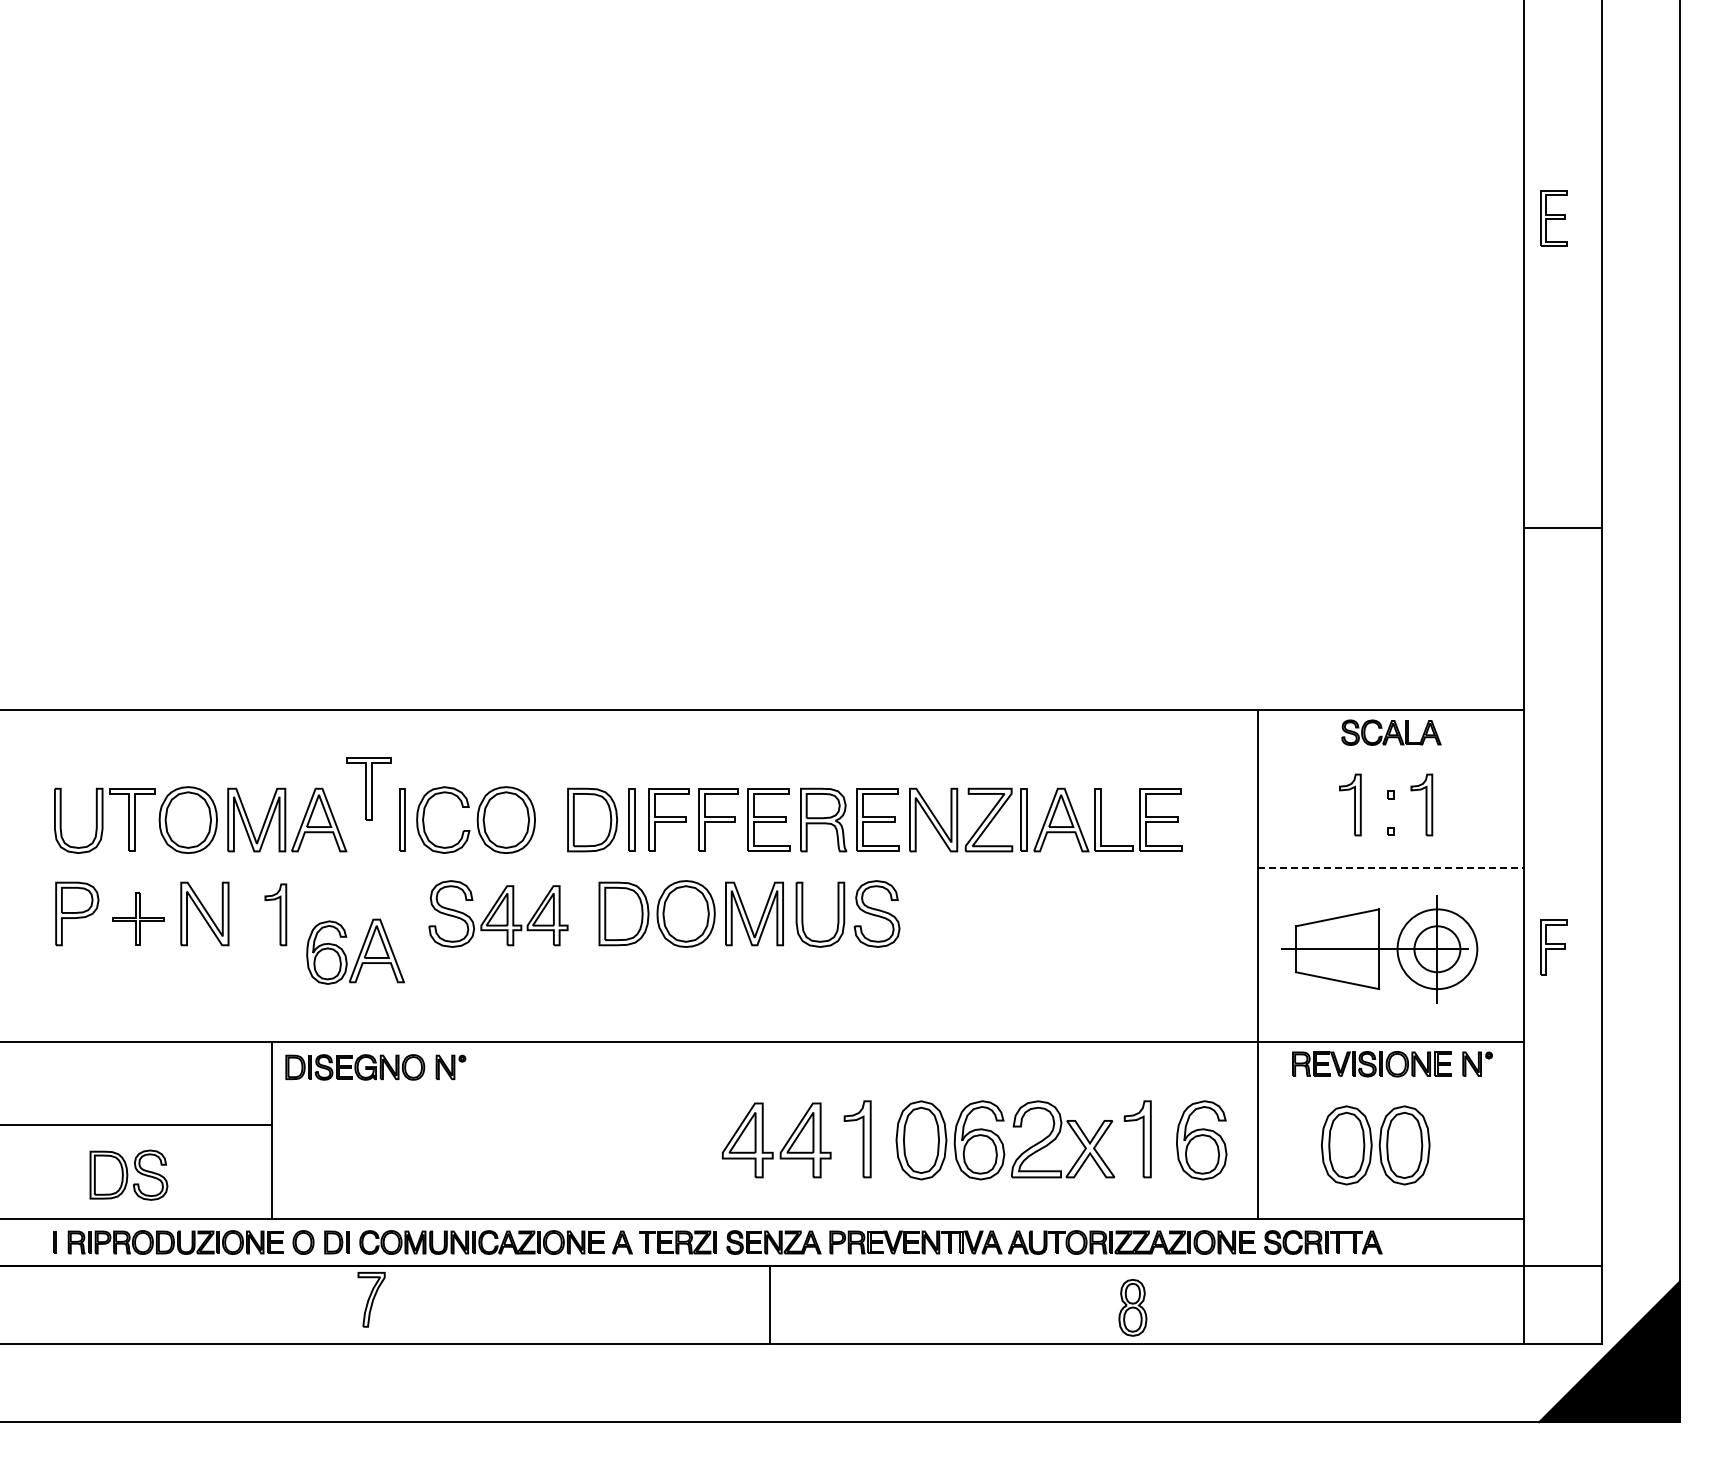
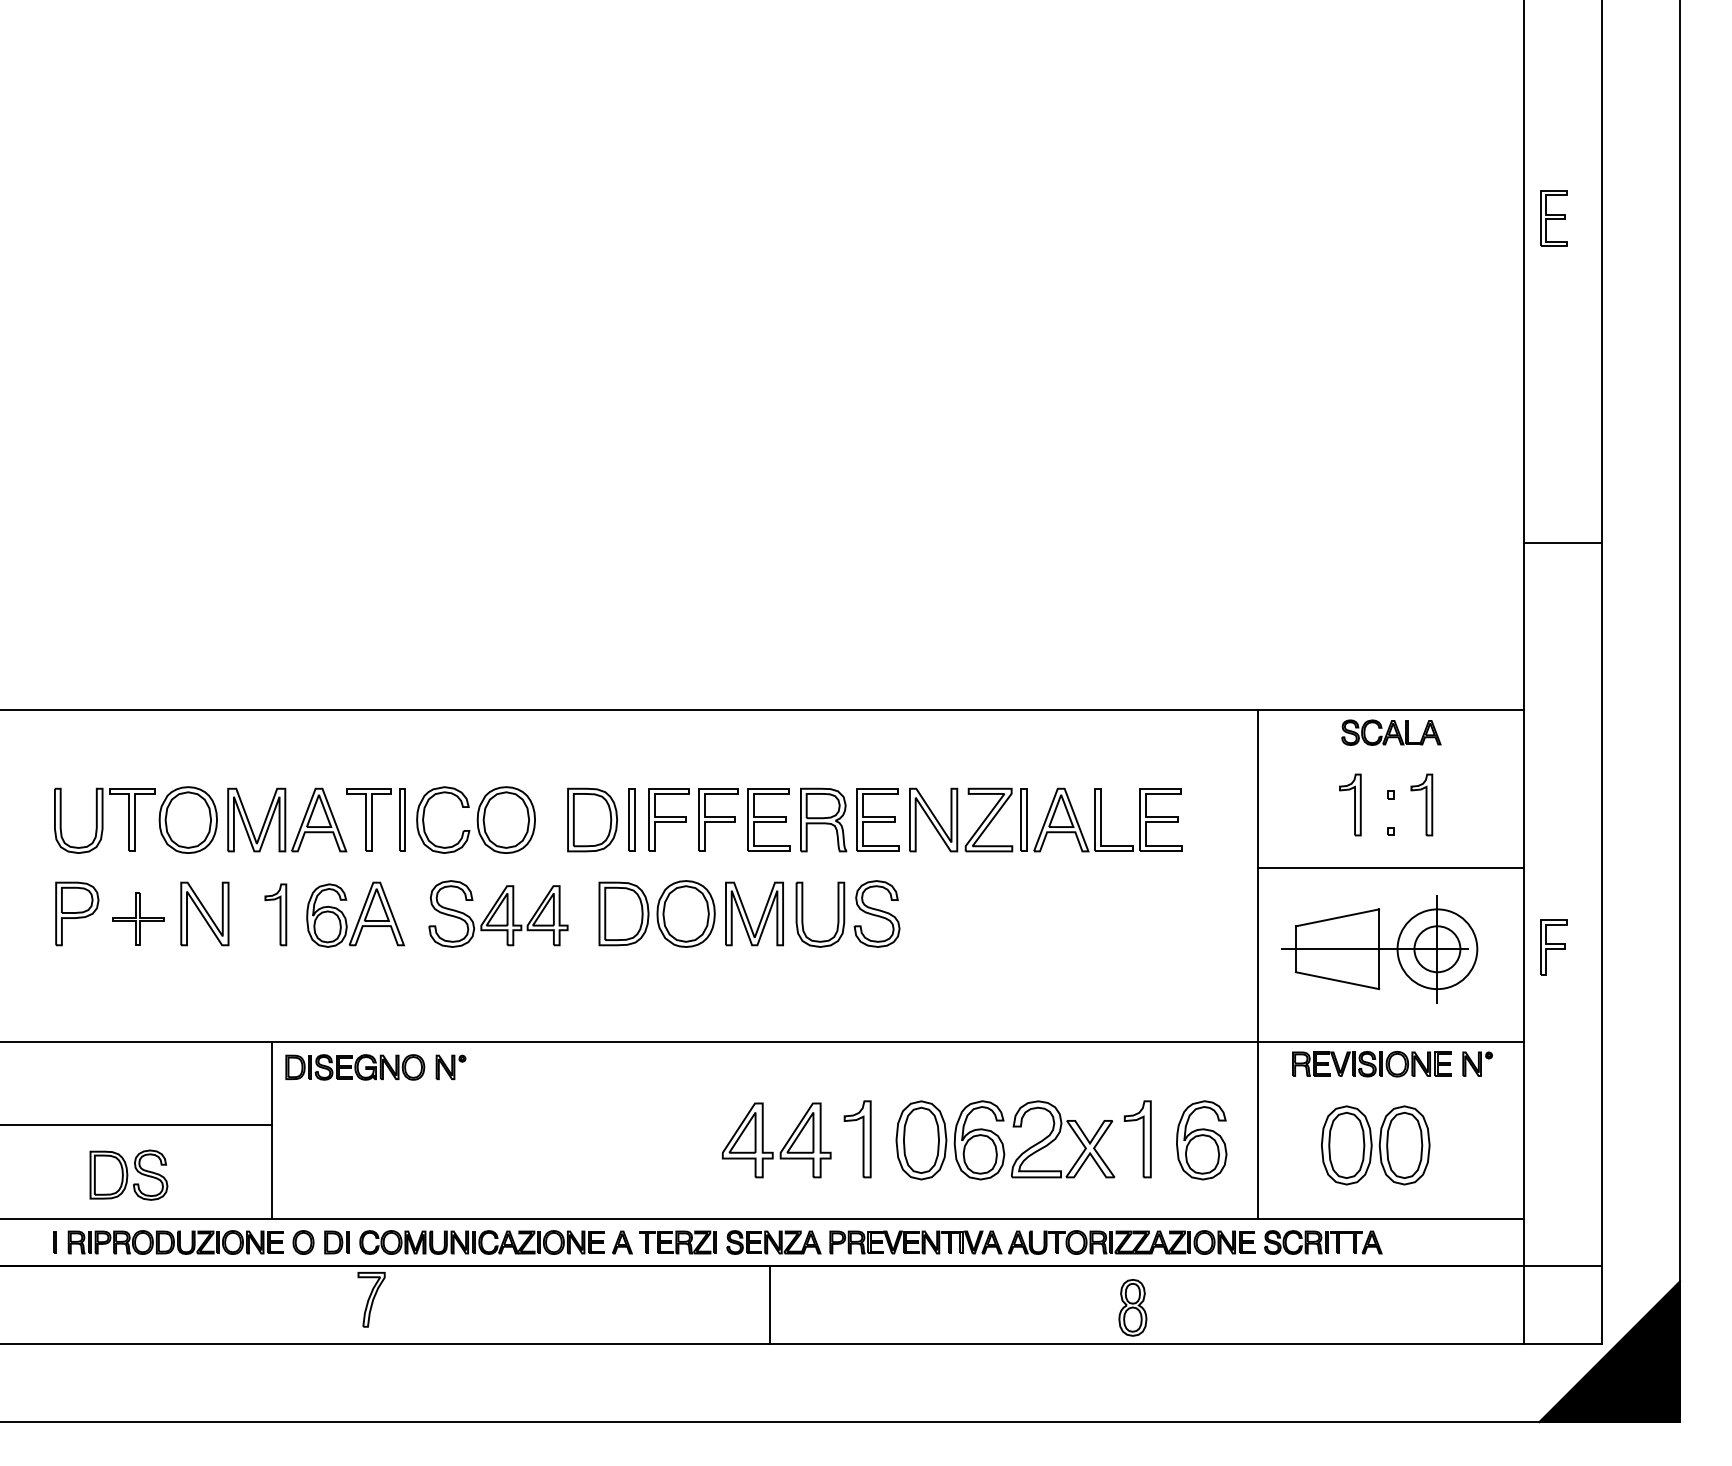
line at (1562, 528) position: (1562, 528) -> (1562, 543)
part at (368, 788) position: (368, 788) -> (368, 819)
line at (1391, 868): dashed -> solid
part at (355, 951) position: (355, 951) -> (355, 914)
